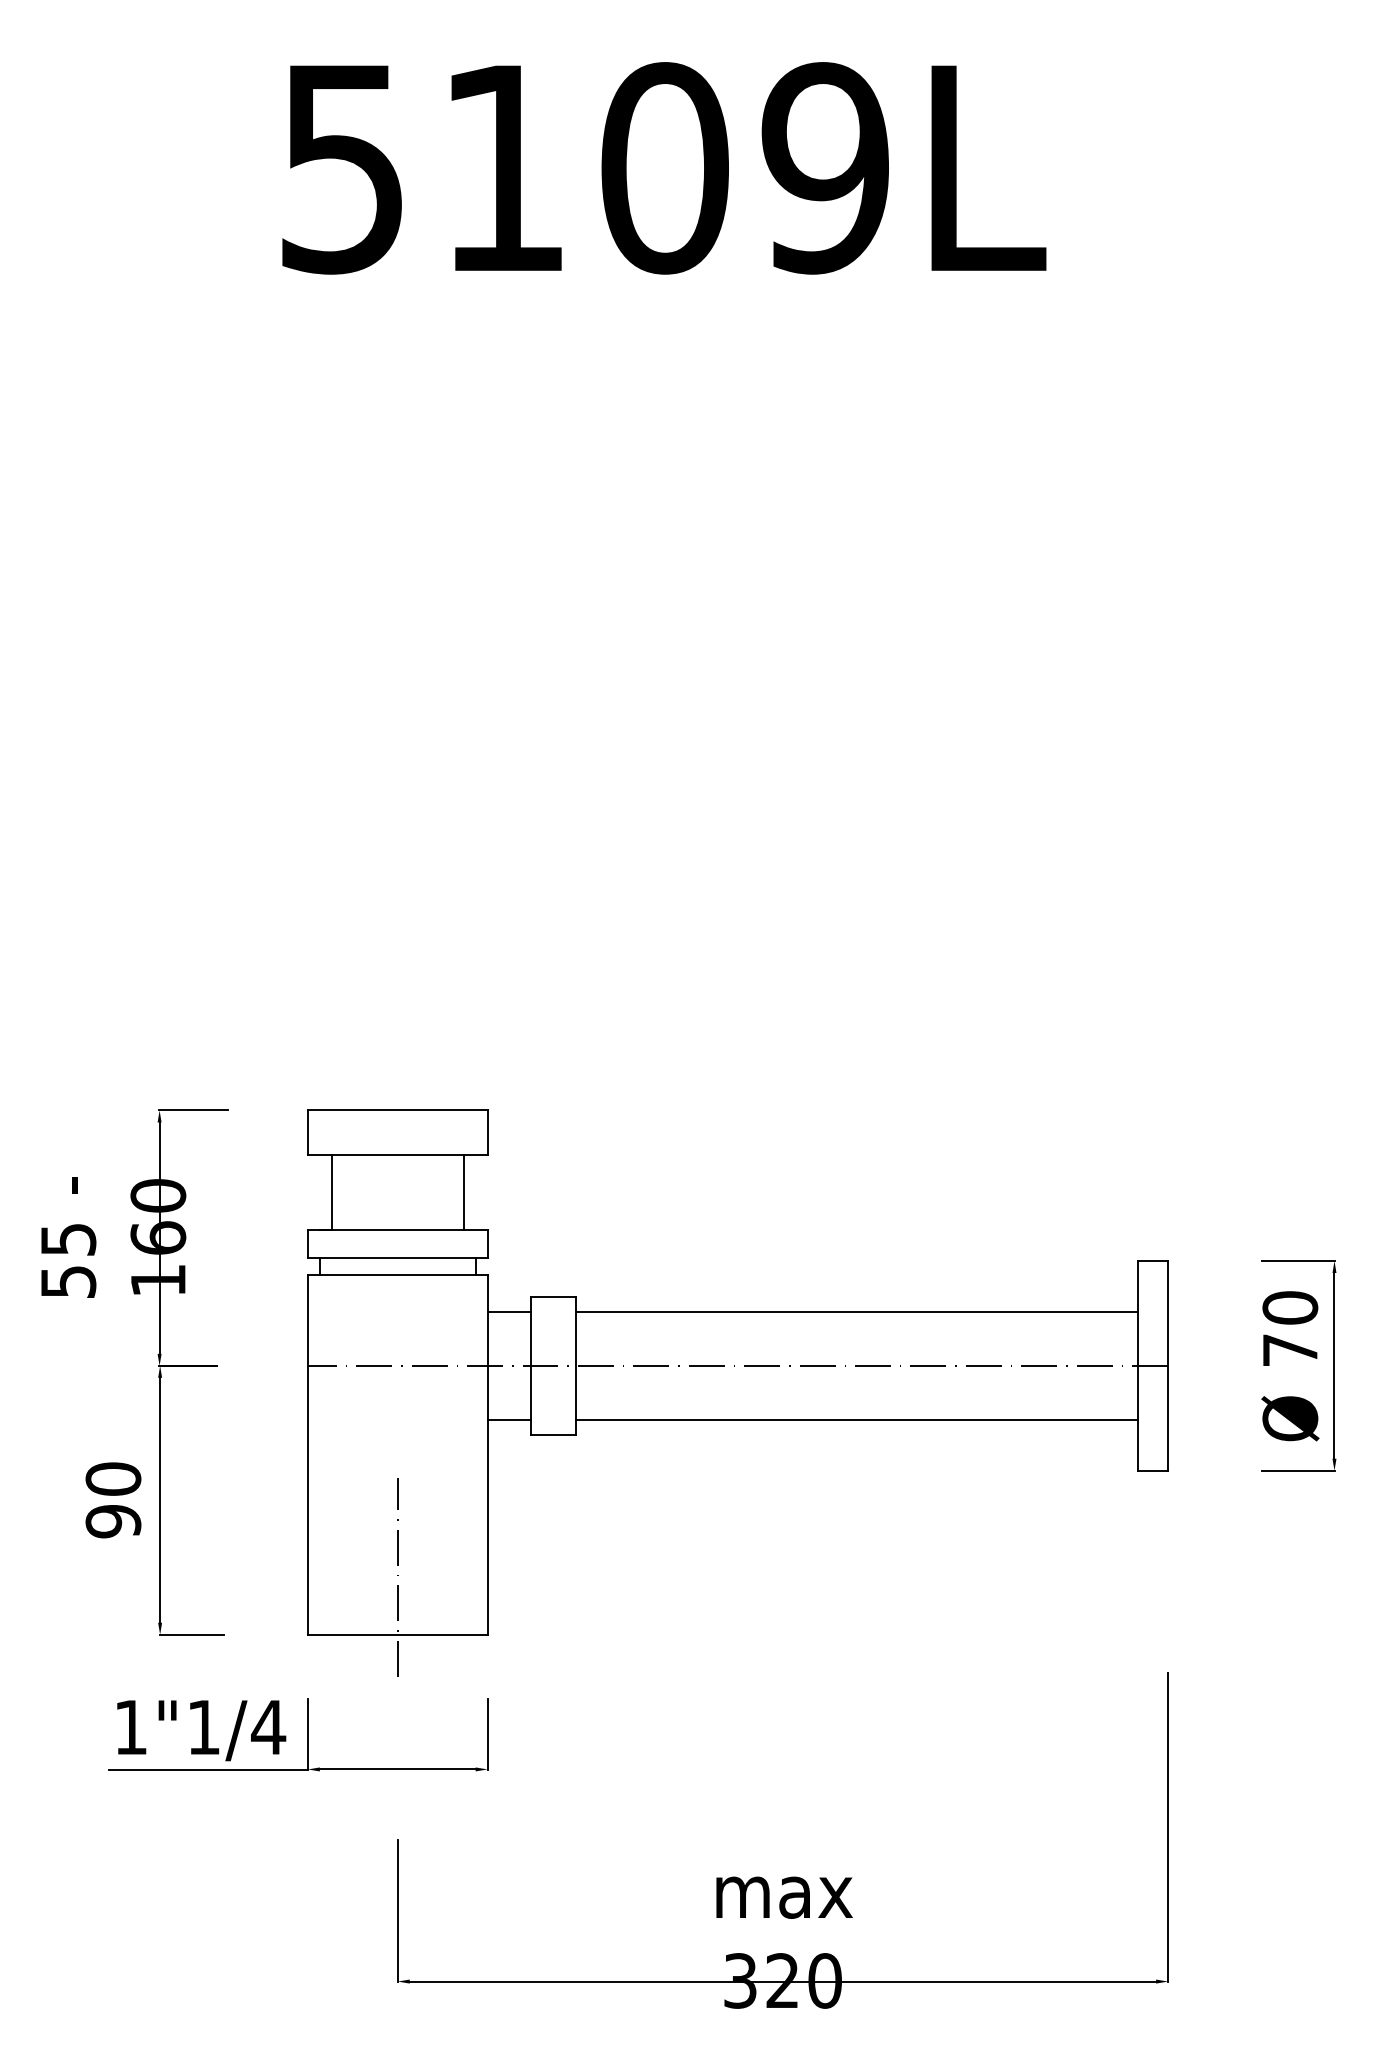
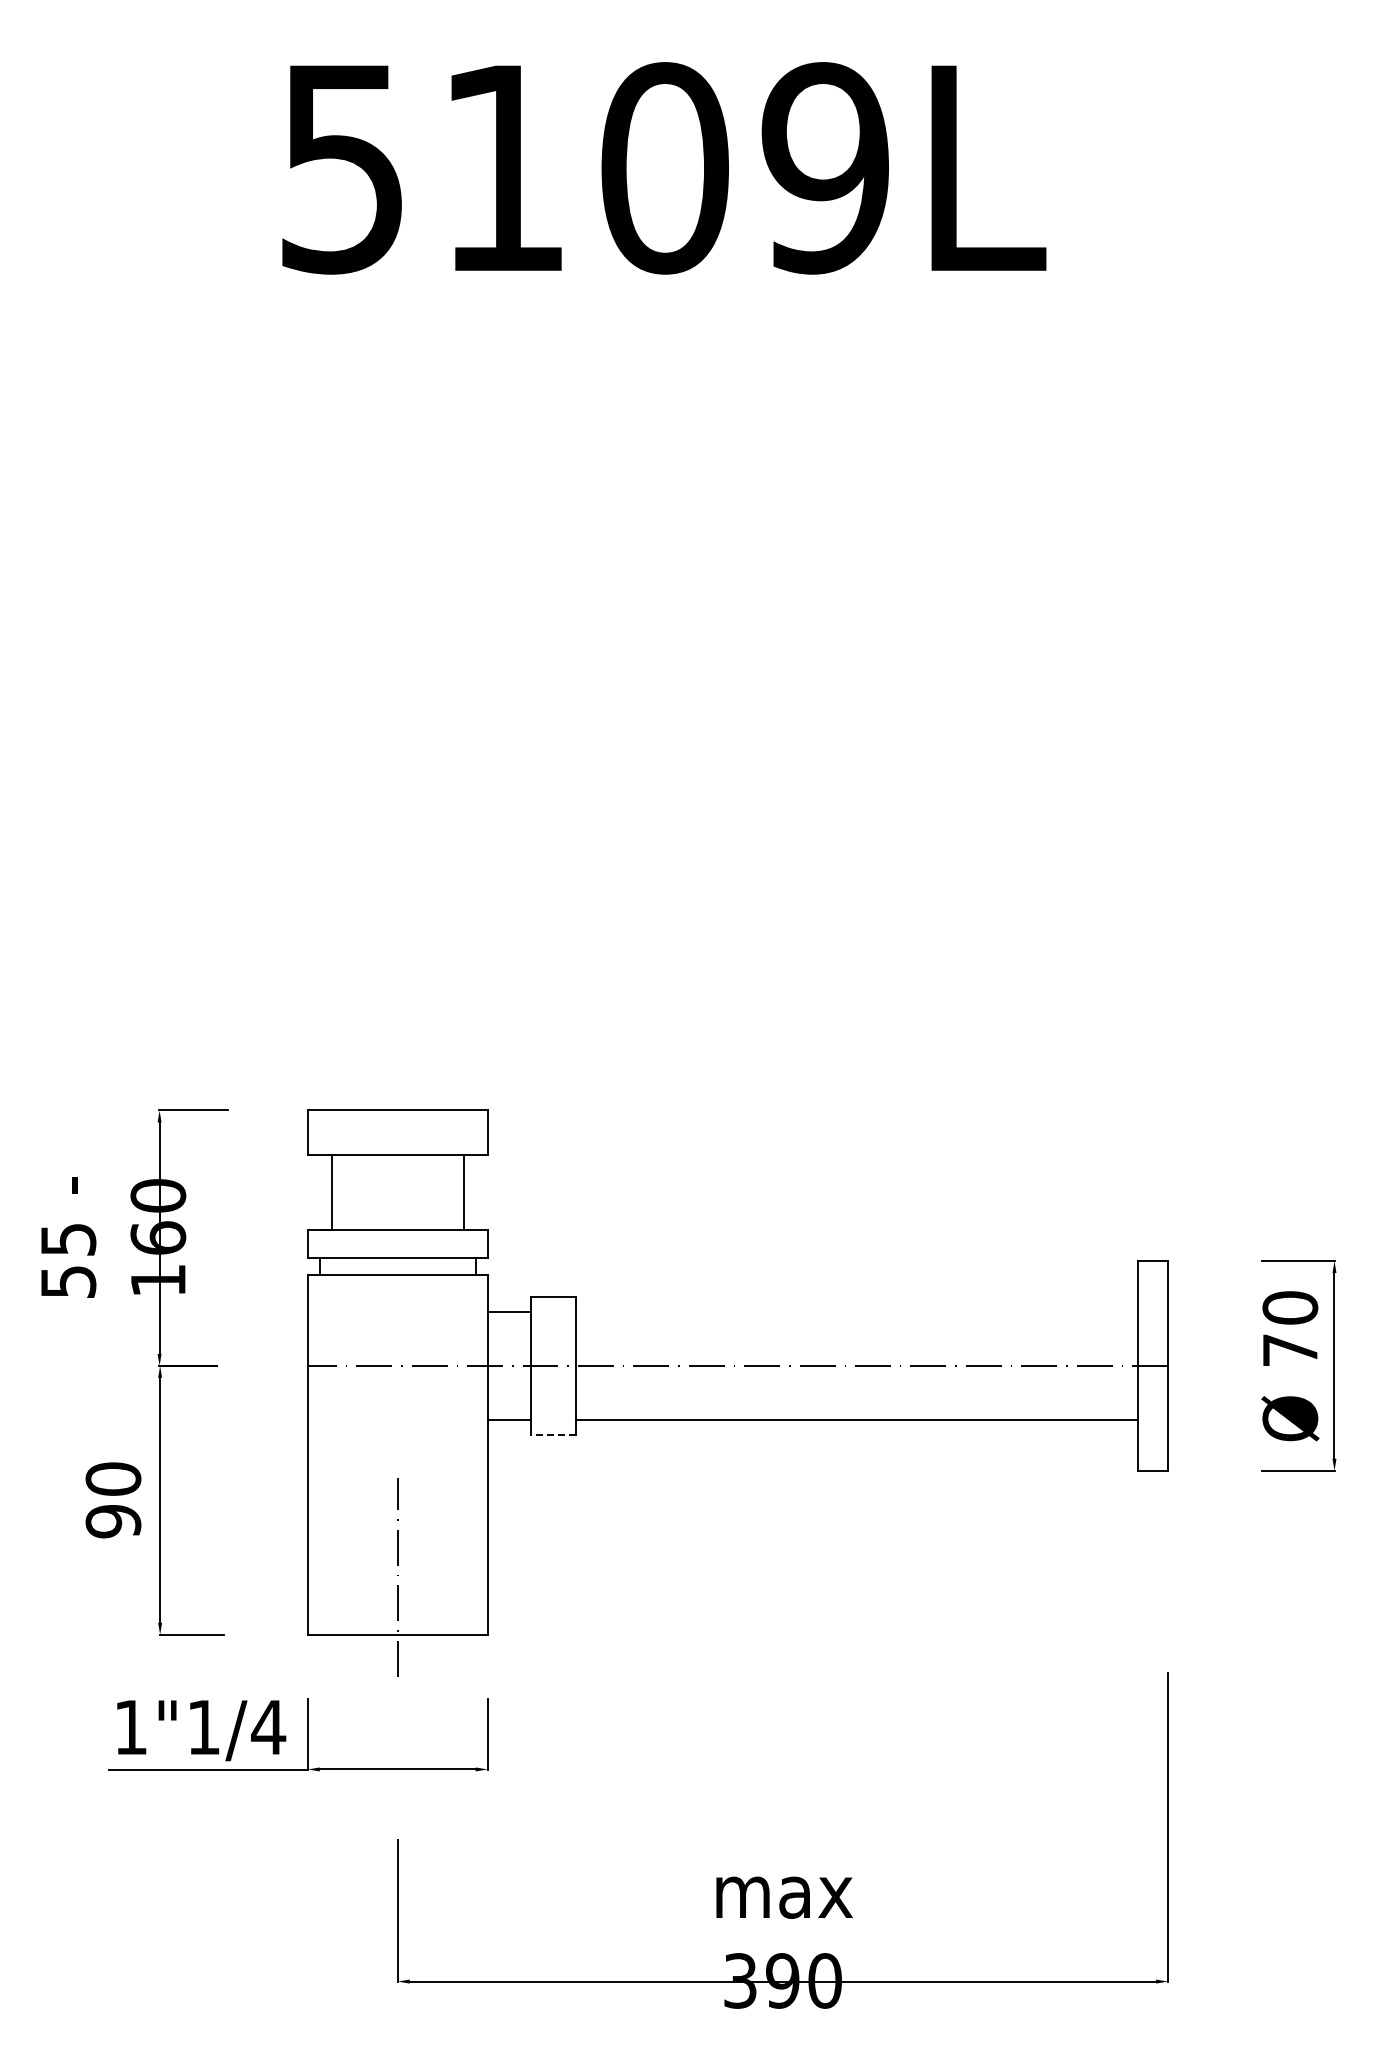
line at (857, 1311): present -> none
line at (553, 1434): solid -> dashed
text at (782, 1980): 320 -> 390
